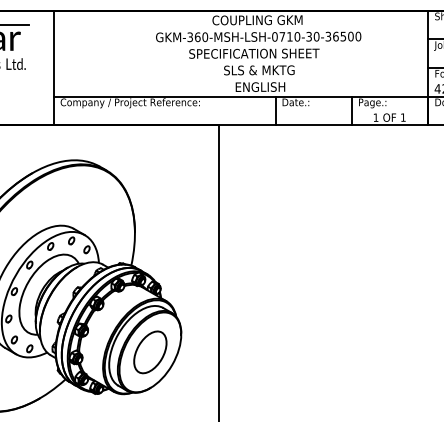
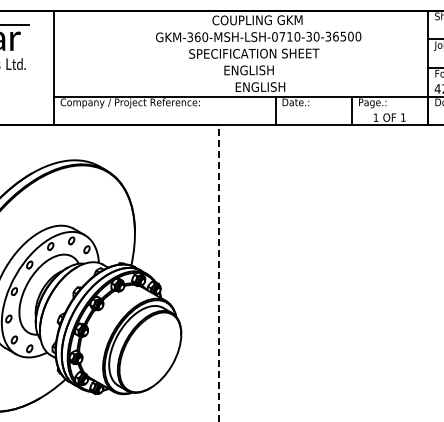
text at (259, 70): SLS & MKTG -> ENGLISH
line at (218, 273): solid -> dashed
part at (150, 352): present -> none
